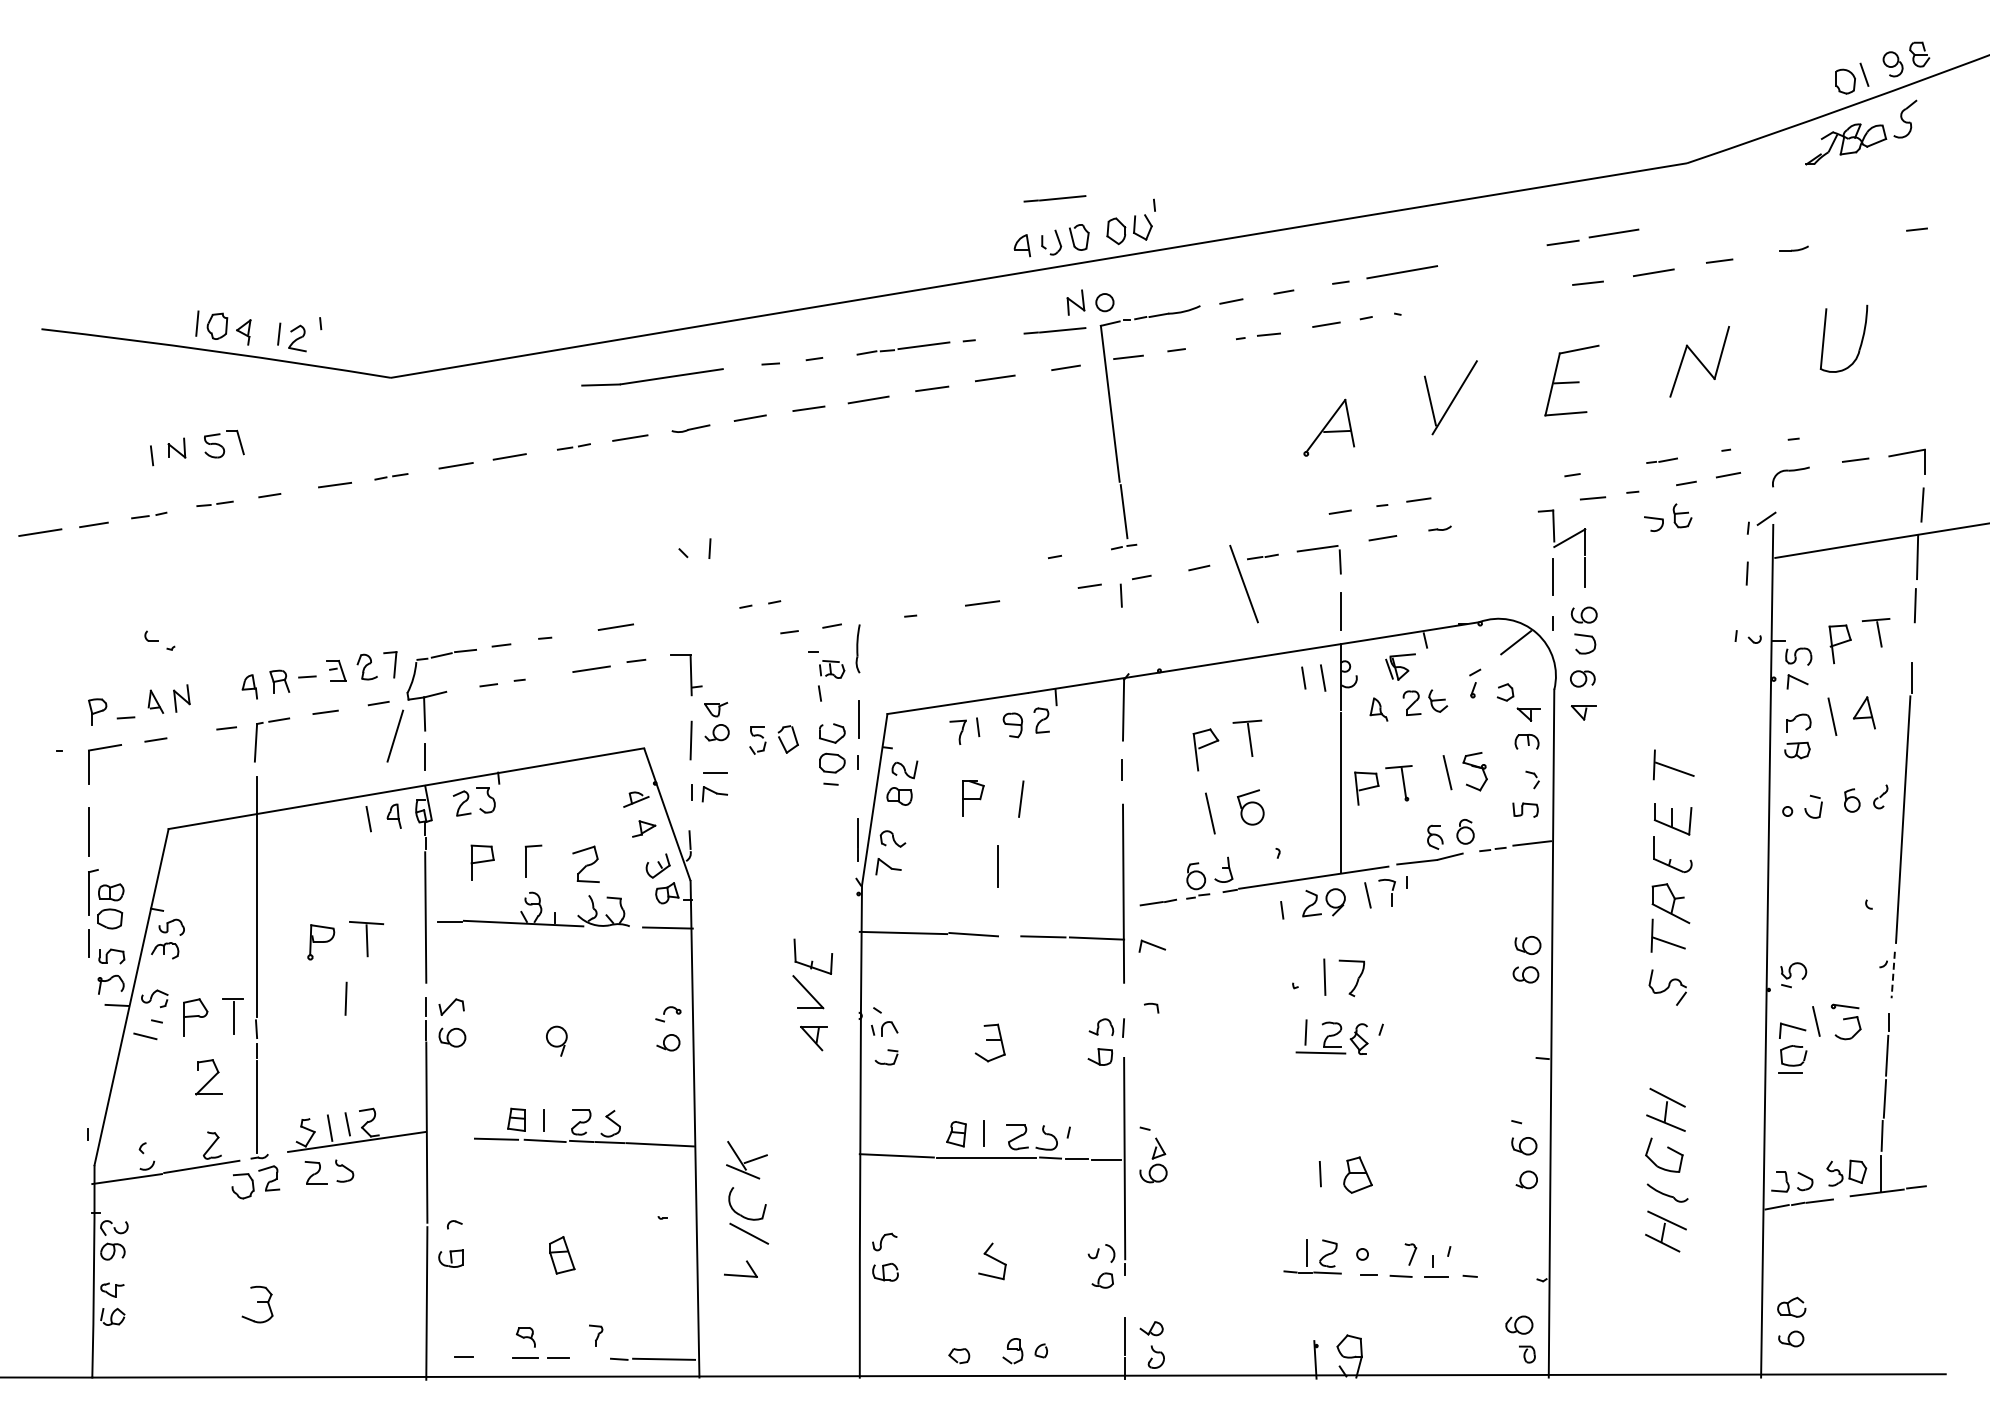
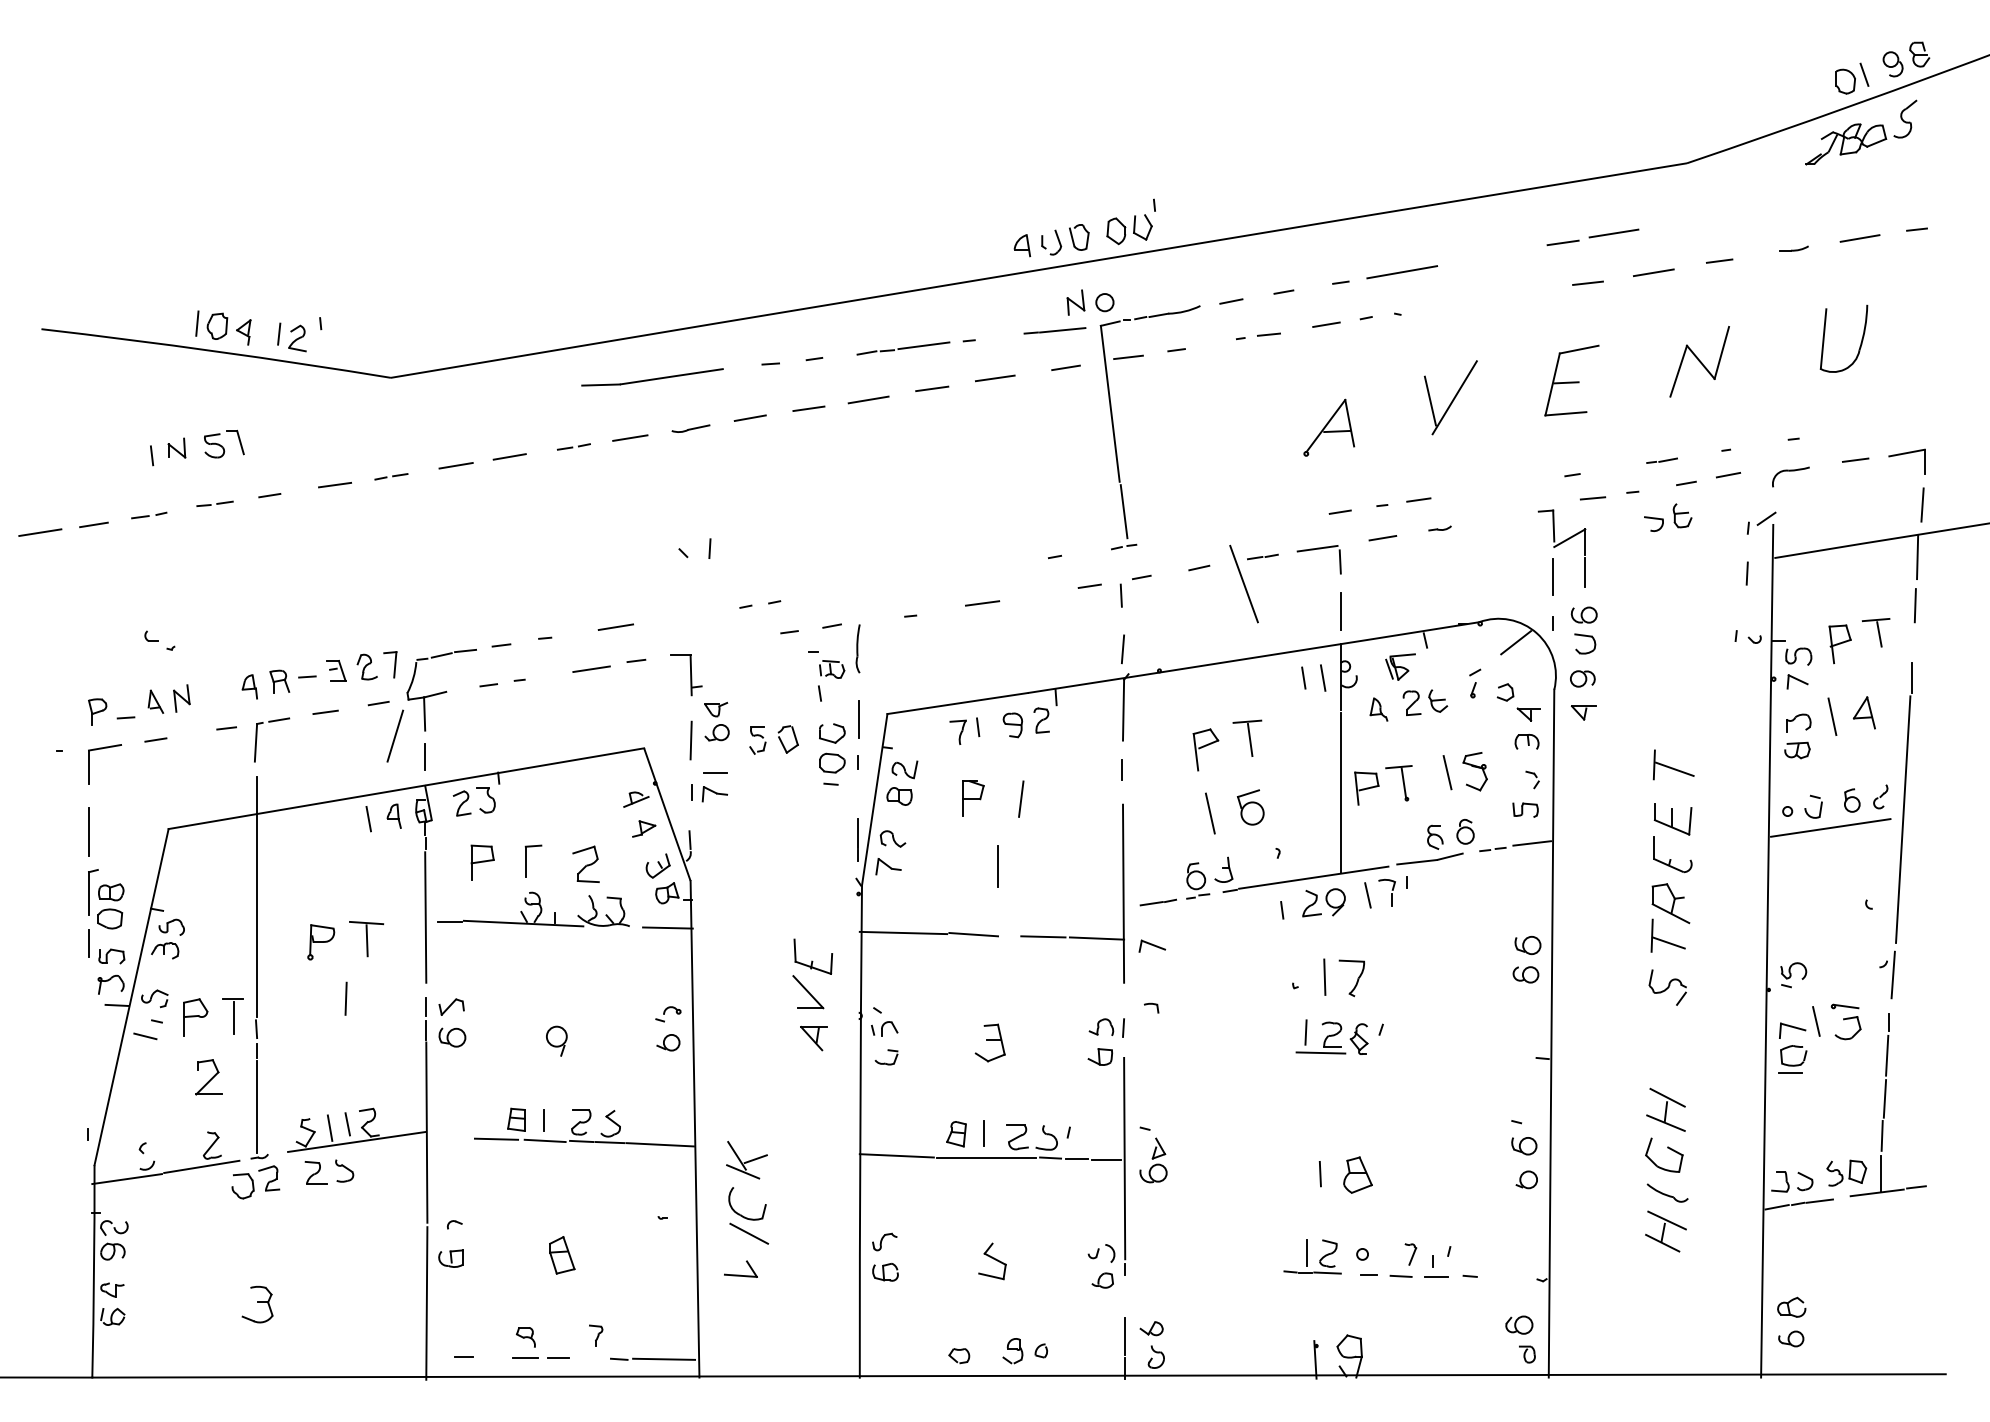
line at (1054, 198): present -> none
line at (1859, 238): none -> present
line at (1122, 649): none -> present
line at (1830, 827): none -> present
line at (1893, 975): dashed -> solid
